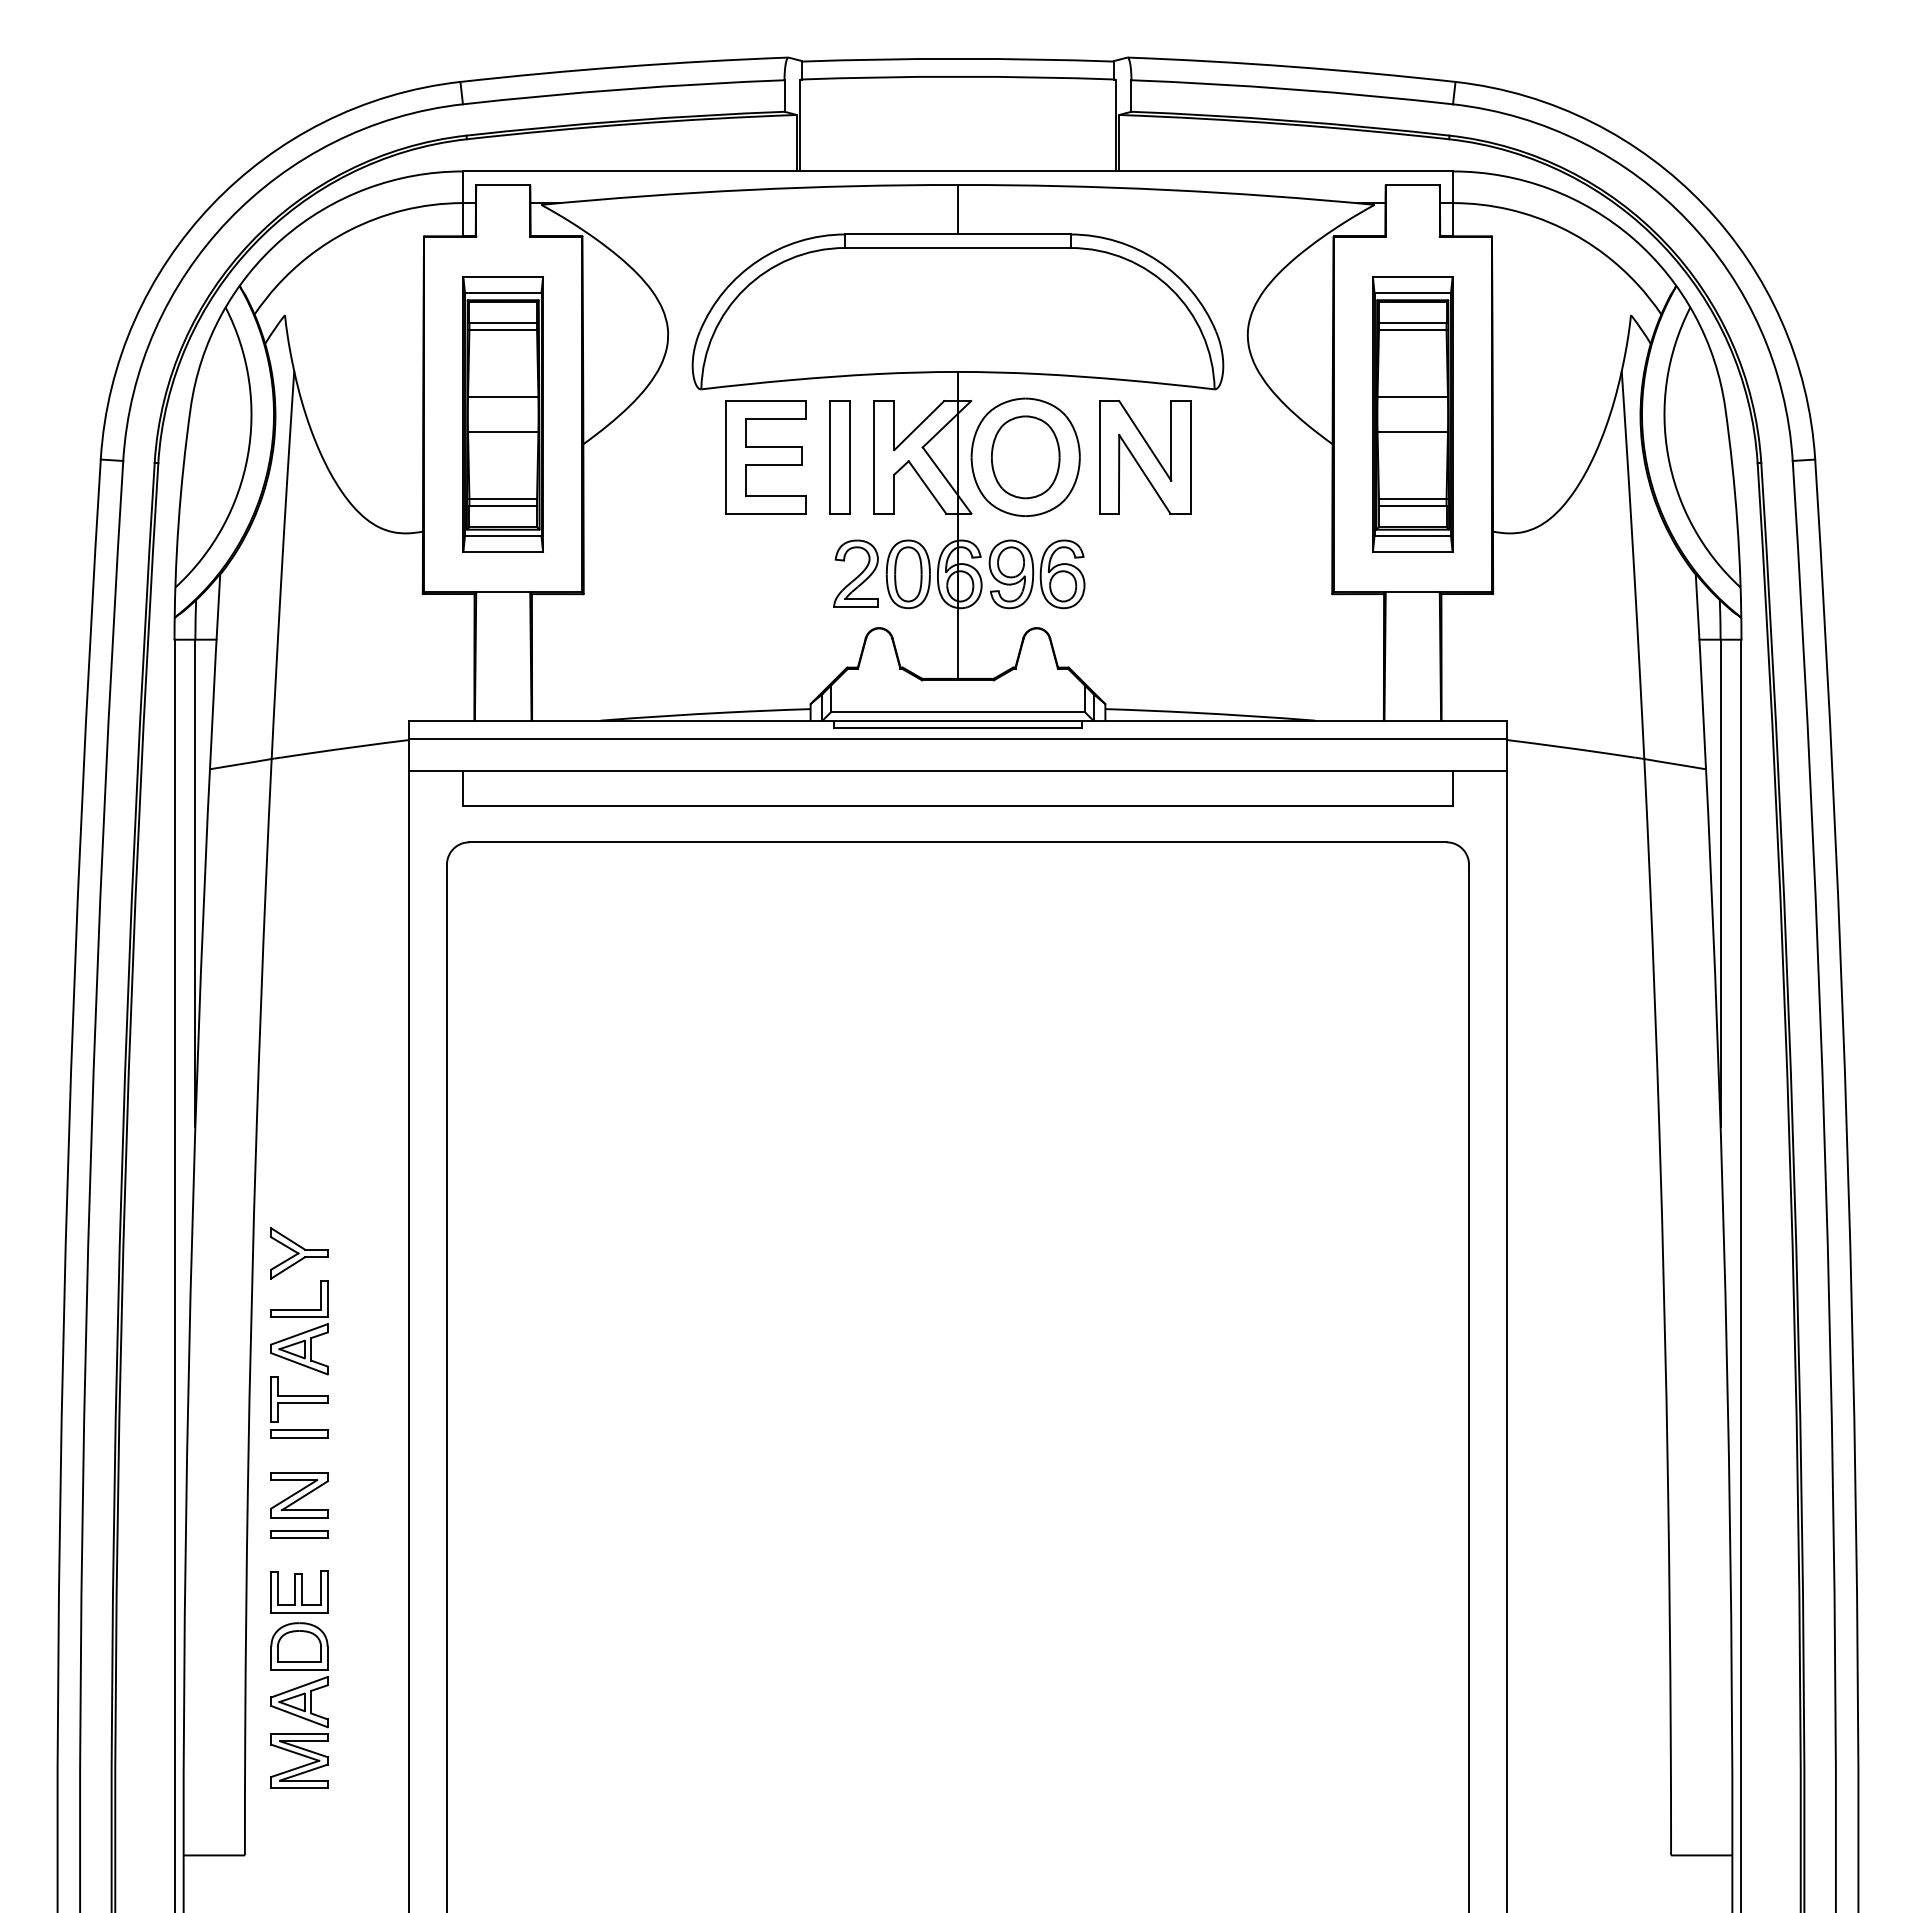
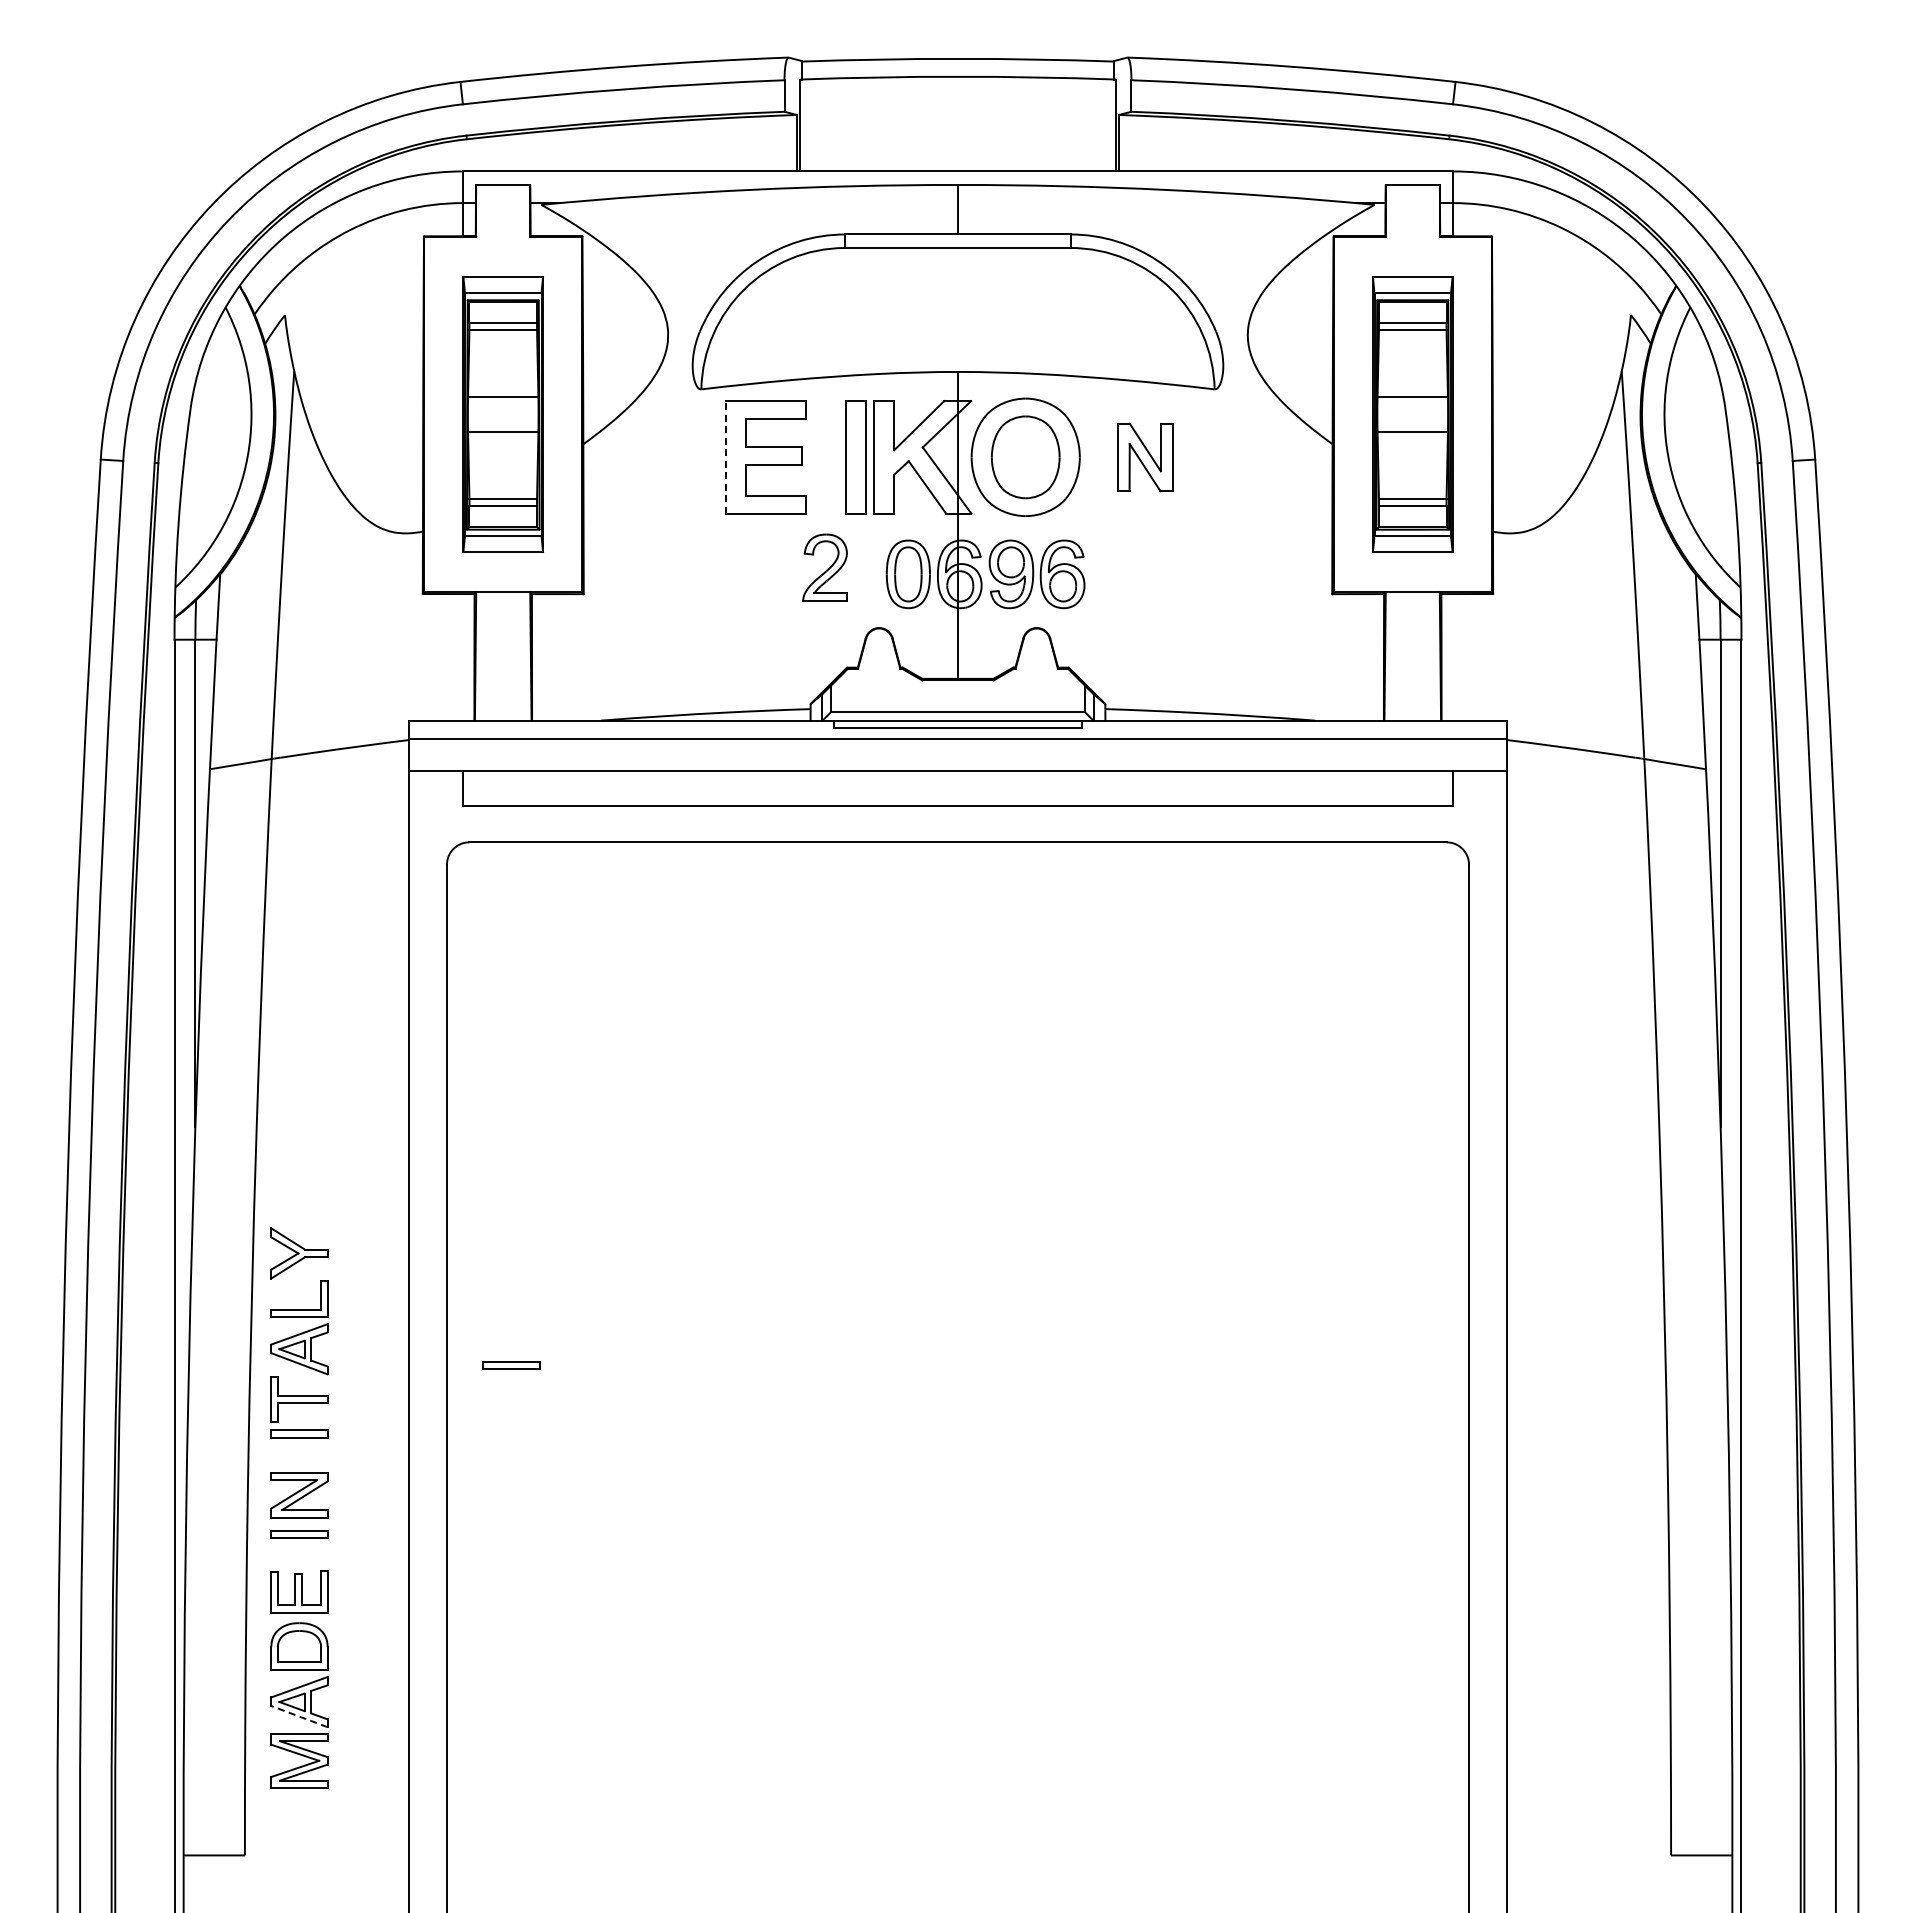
line at (726, 456): solid -> dashed
part at (839, 457) position: (839, 457) -> (855, 457)
part at (1145, 457) size: 93x115 px -> 57x71 px
part at (855, 573) position: (855, 573) -> (824, 567)
part at (511, 1365): none -> present
line at (299, 1716): solid -> dashed
